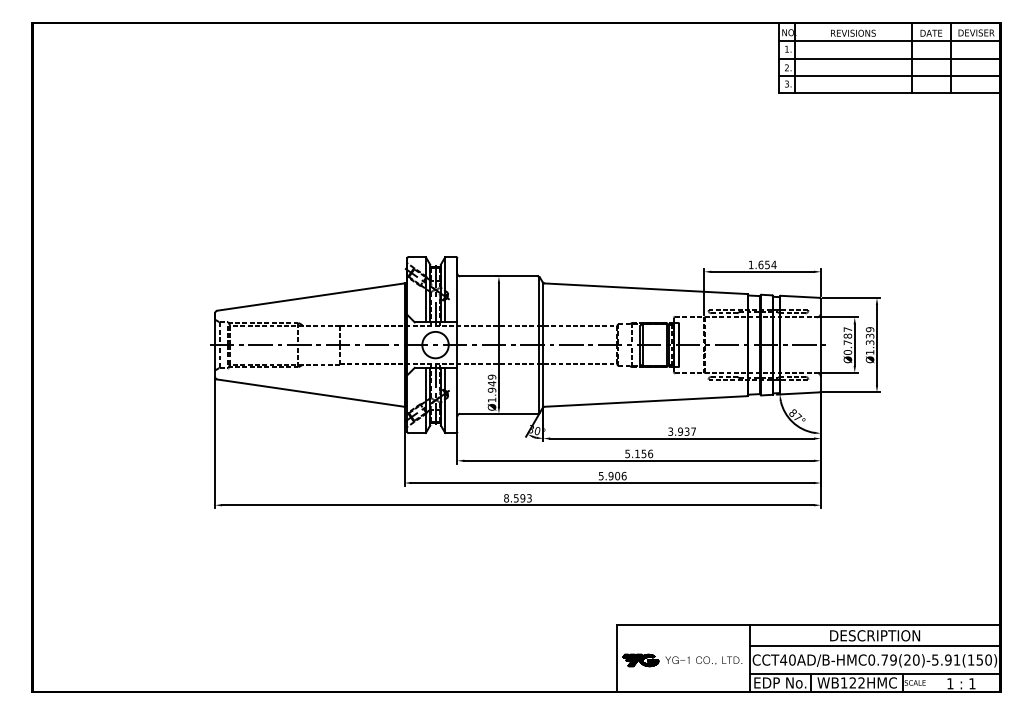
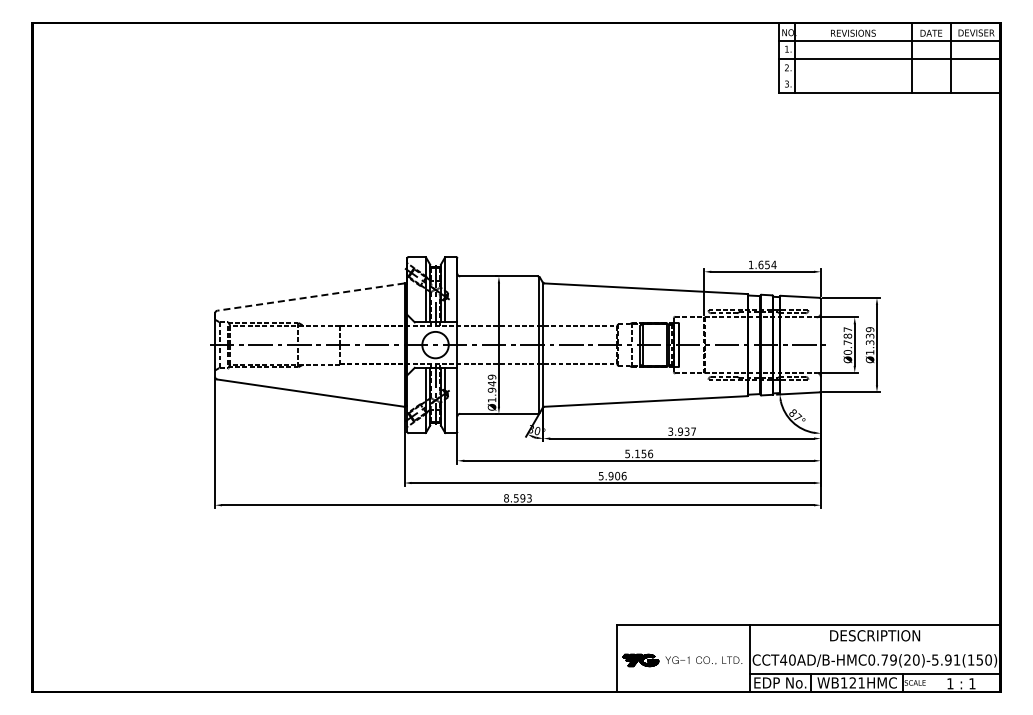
line at (889, 76): present -> none
line at (310, 297): solid -> dashed
line at (874, 646): present -> none
text at (861, 682): WB122HMC -> WB121HMC
